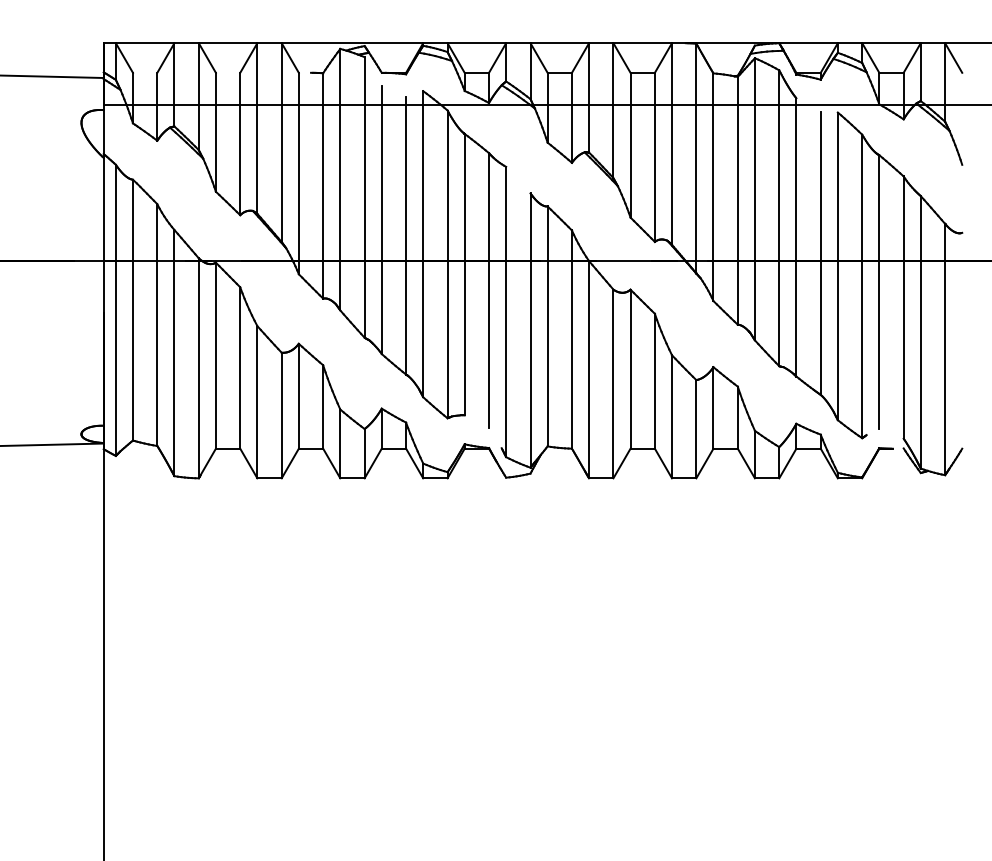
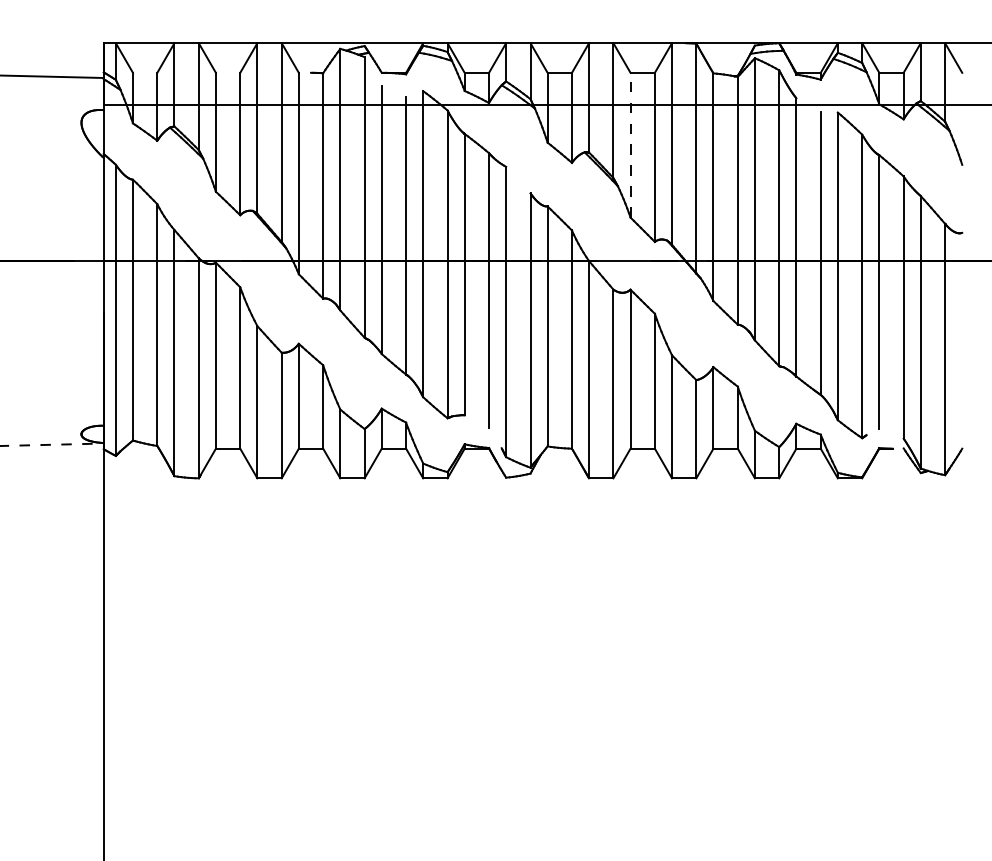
line at (630, 144): solid -> dashed
line at (52, 444): solid -> dashed
